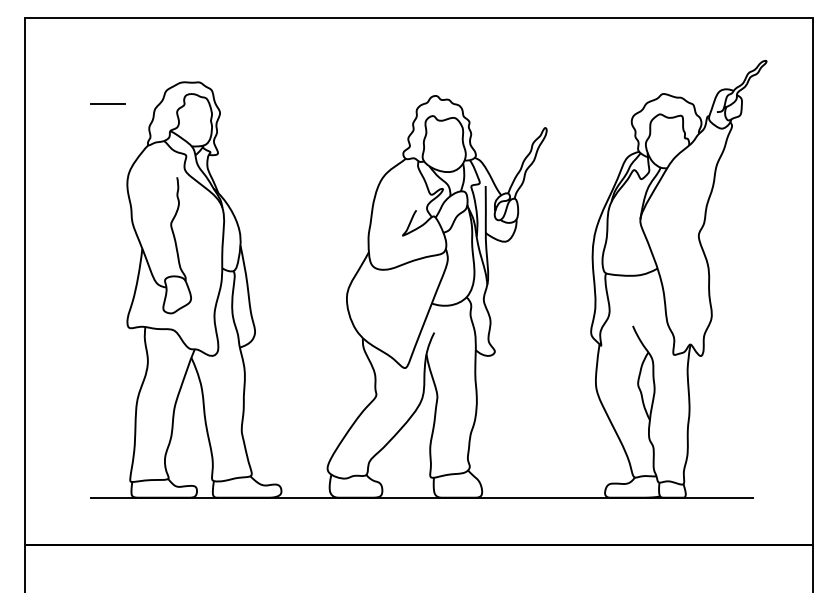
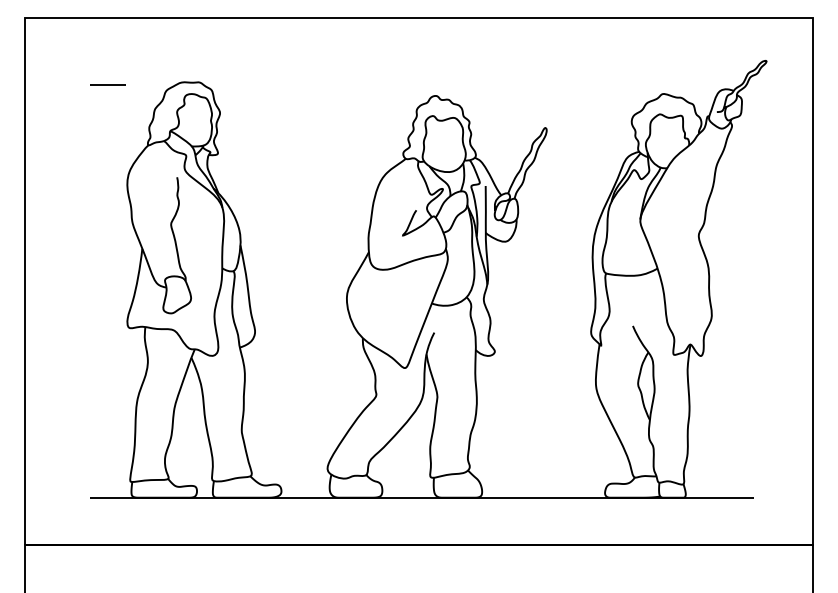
line at (107, 103) position: (107, 103) -> (107, 84)
